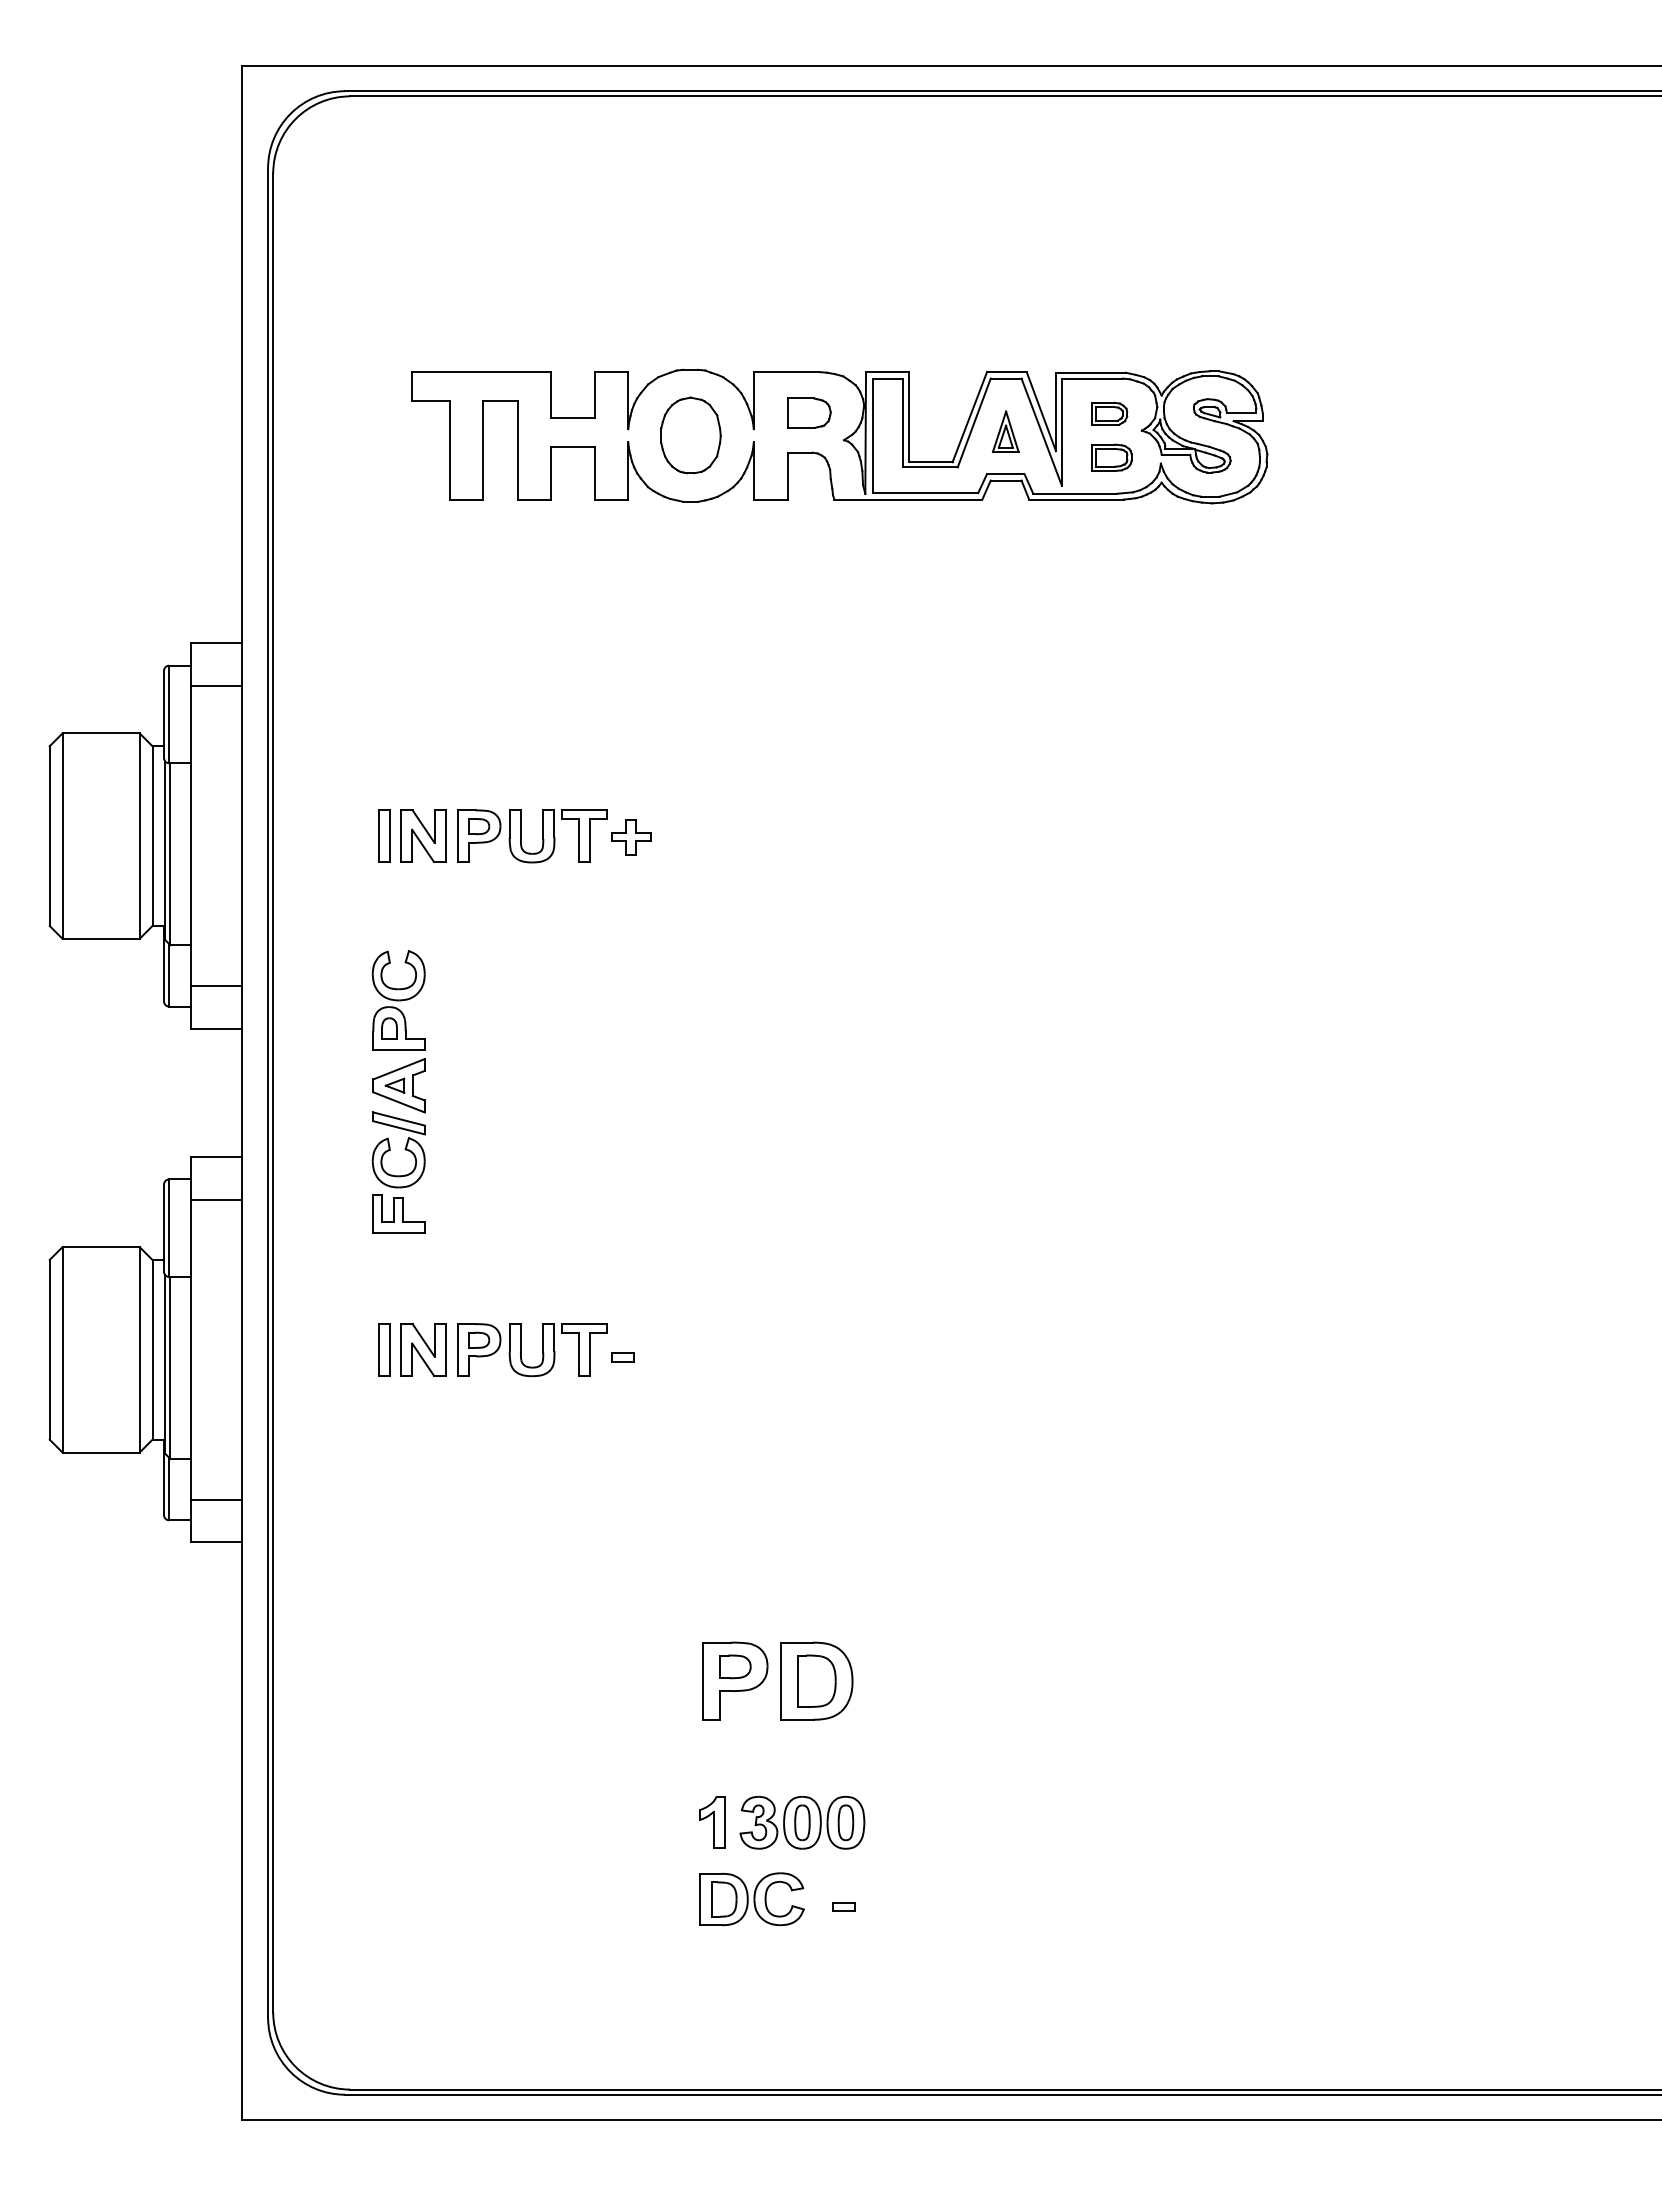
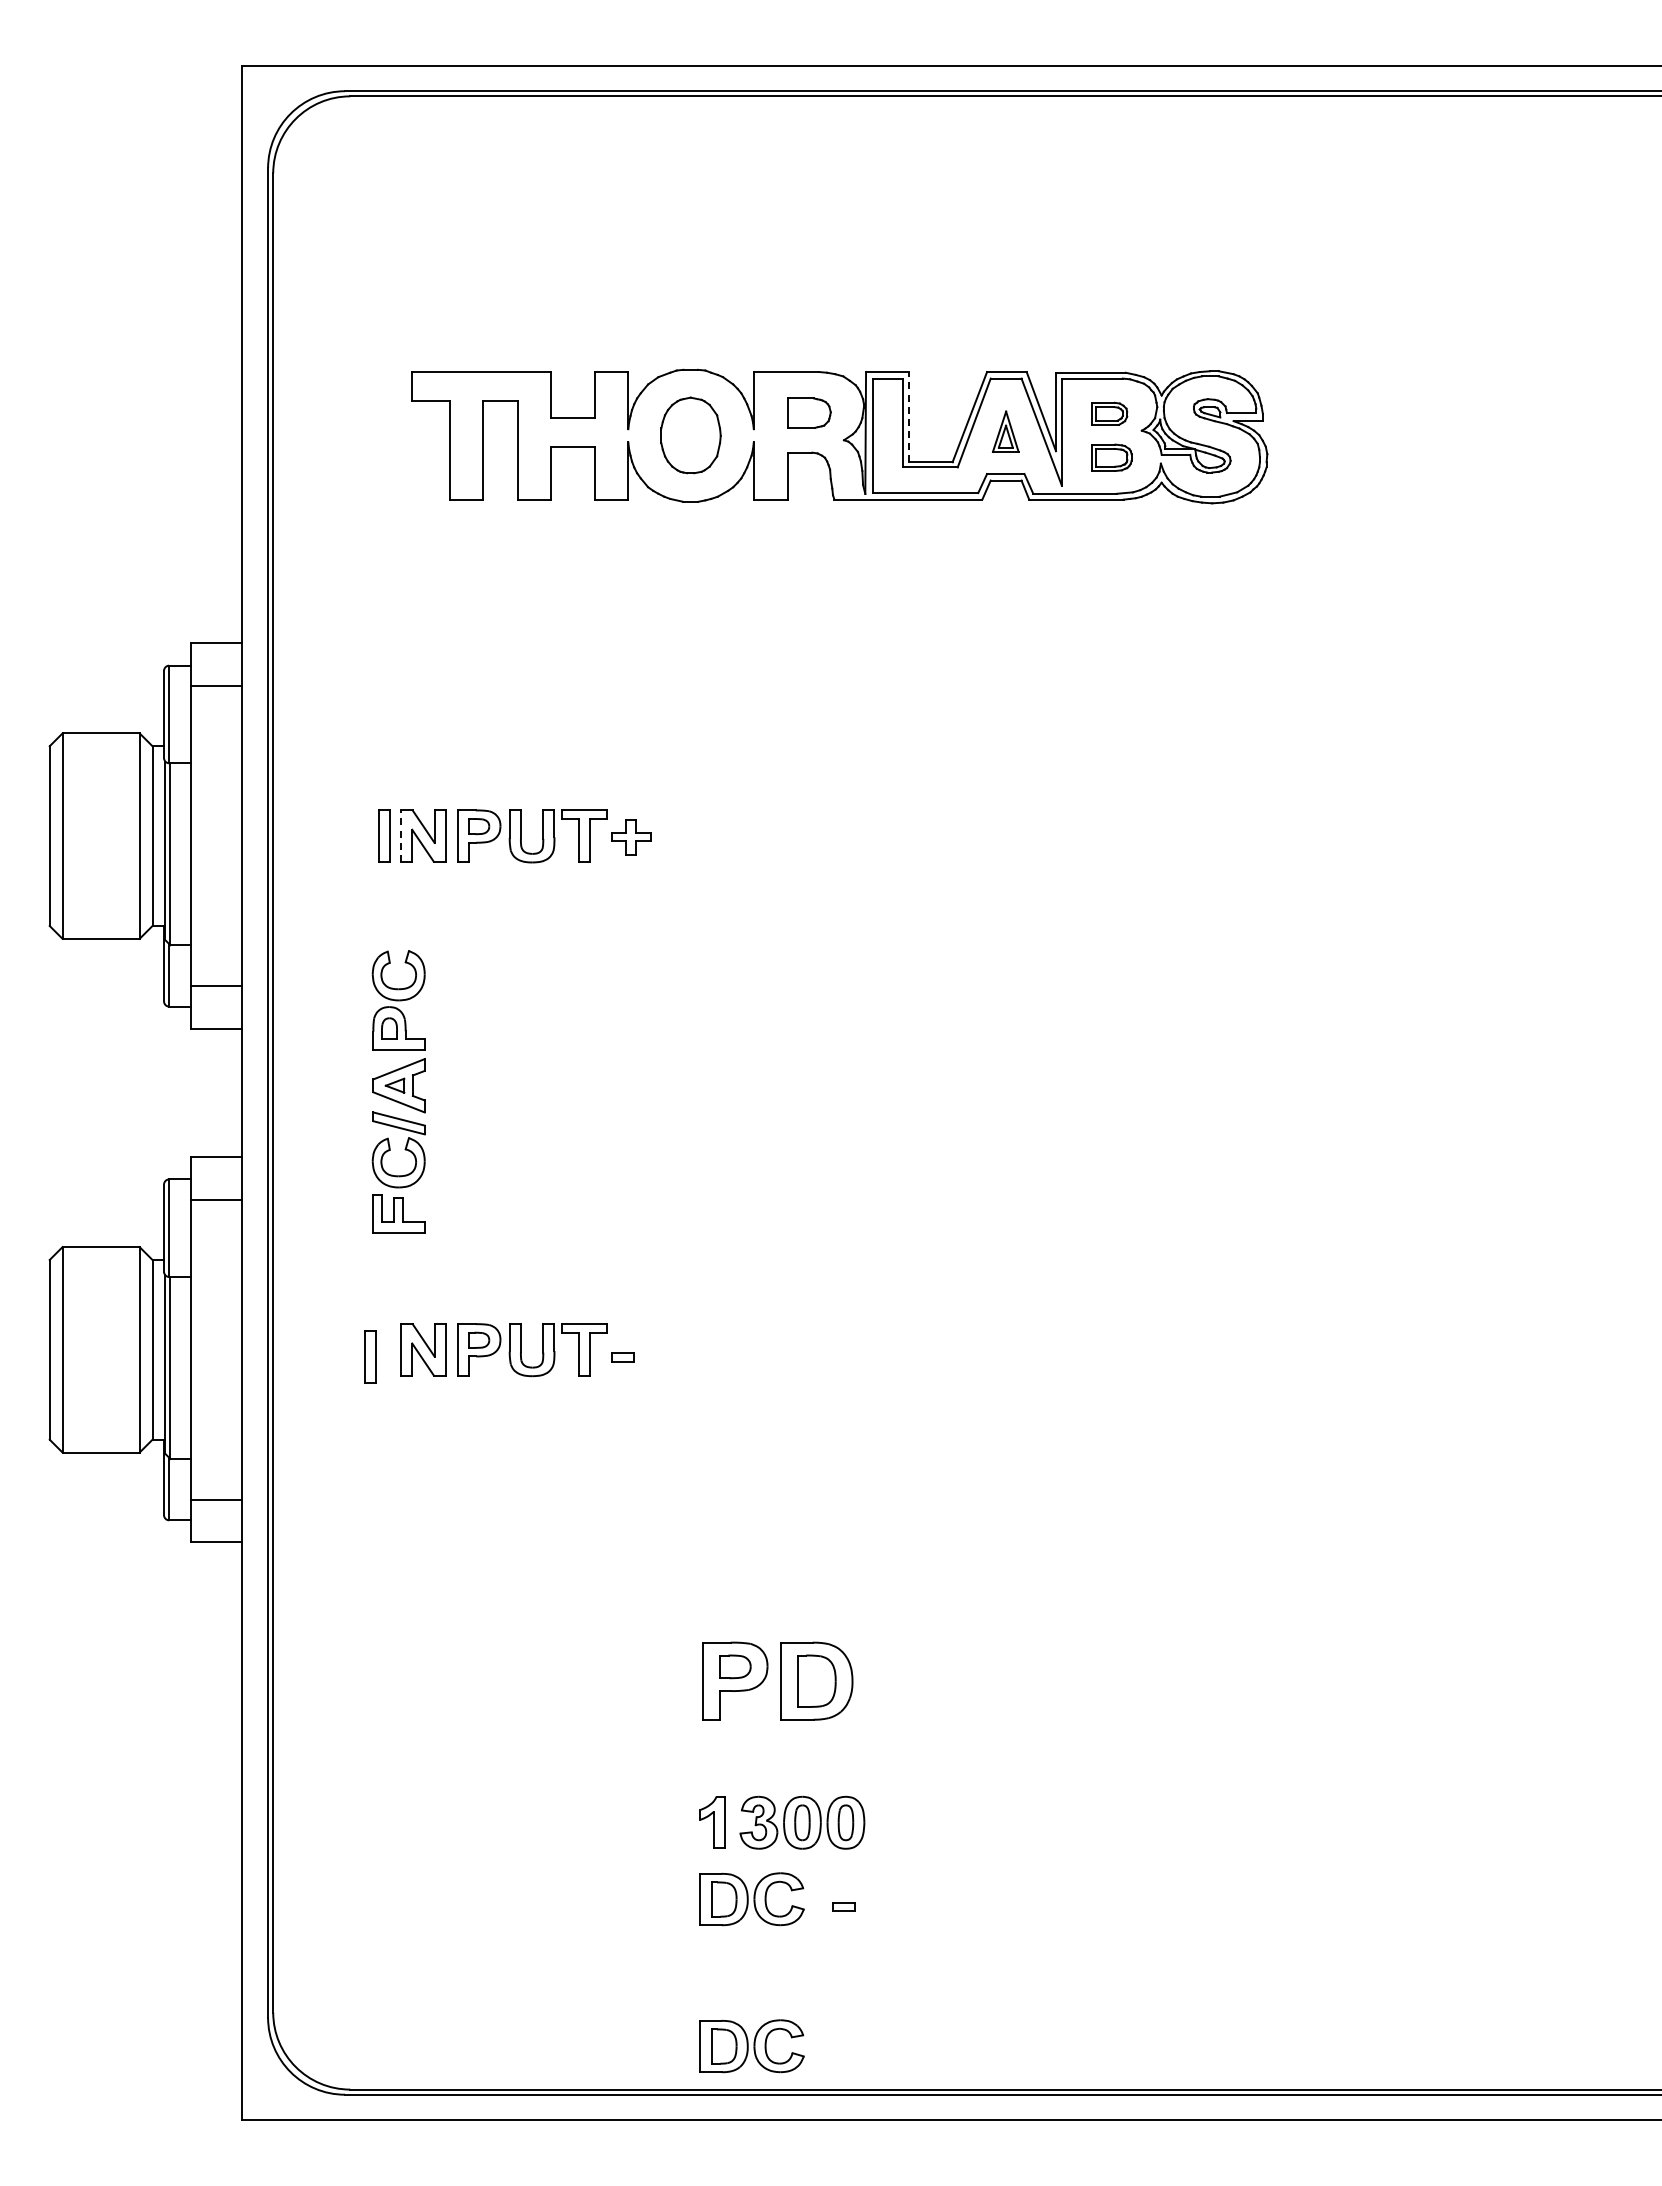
line at (908, 416): solid -> dashed
line at (401, 836): solid -> dashed
part at (384, 1349) position: (384, 1349) -> (370, 1356)
part at (751, 2046): none -> present
